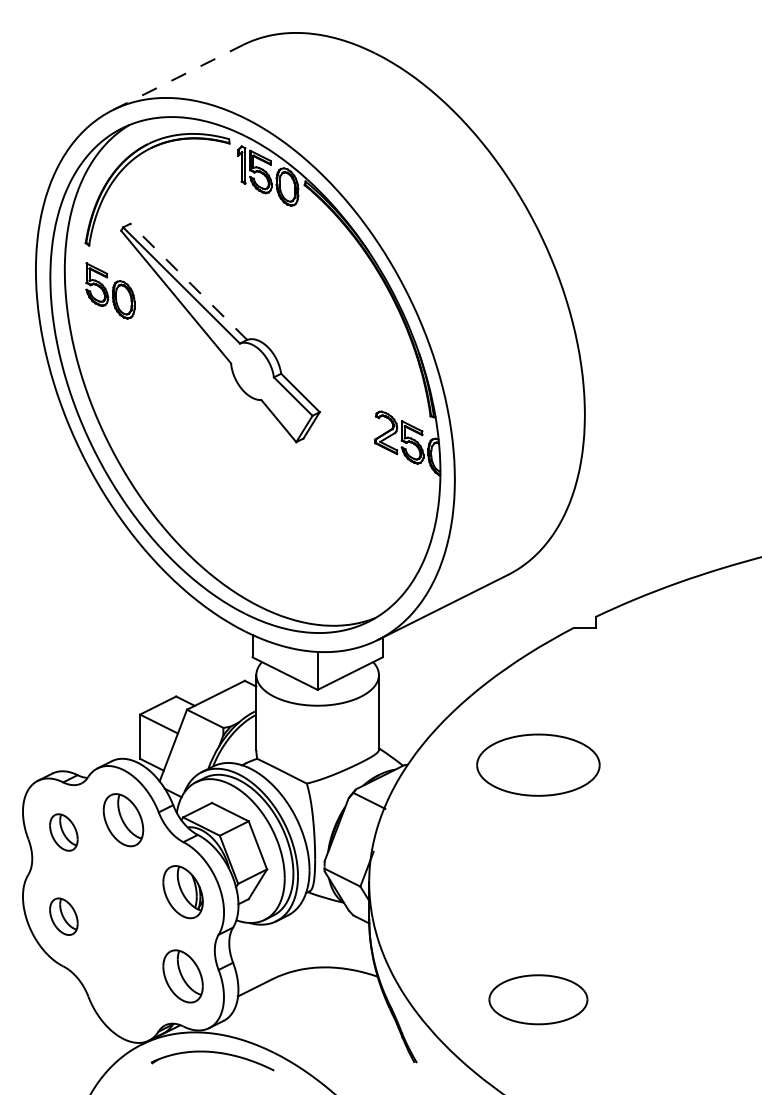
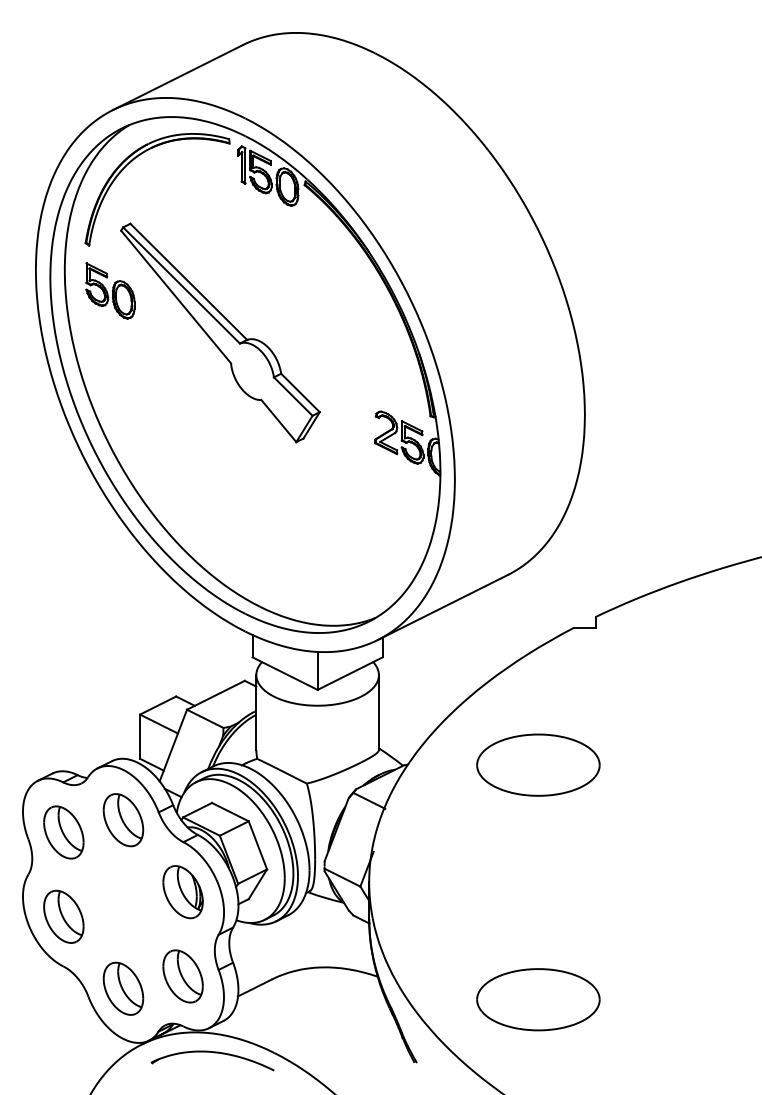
line at (177, 77): dashed -> solid
line at (188, 281): dashed -> solid
part at (63, 832) size: 30x39 px -> 42x55 px
part at (63, 916) size: 30x39 px -> 42x55 px
part at (123, 988): none -> present
part at (538, 999) size: 101x52 px -> 125x64 px
